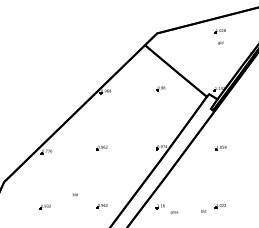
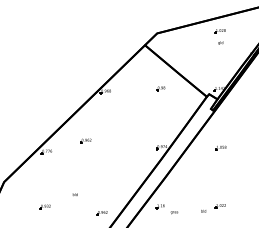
part at (101, 147) position: (101, 147) -> (85, 140)
part at (101, 206) position: (101, 206) -> (101, 213)
